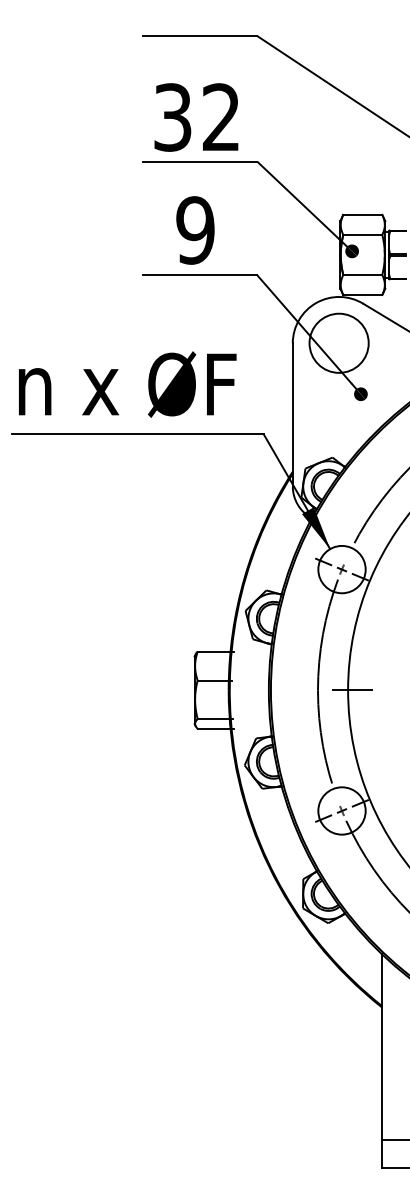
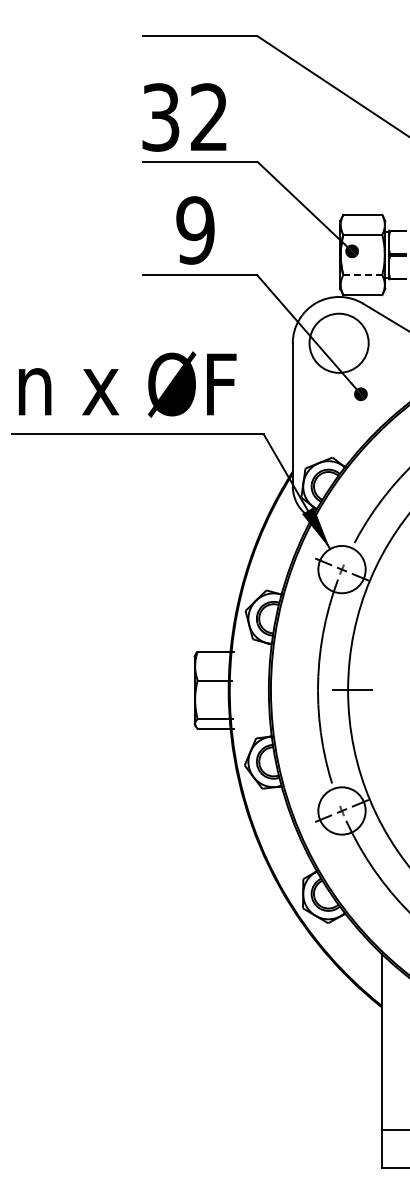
text at (196, 117) position: (196, 117) -> (184, 117)
line at (362, 275): solid -> dashed
line at (394, 1140) position: (394, 1140) -> (394, 1130)
